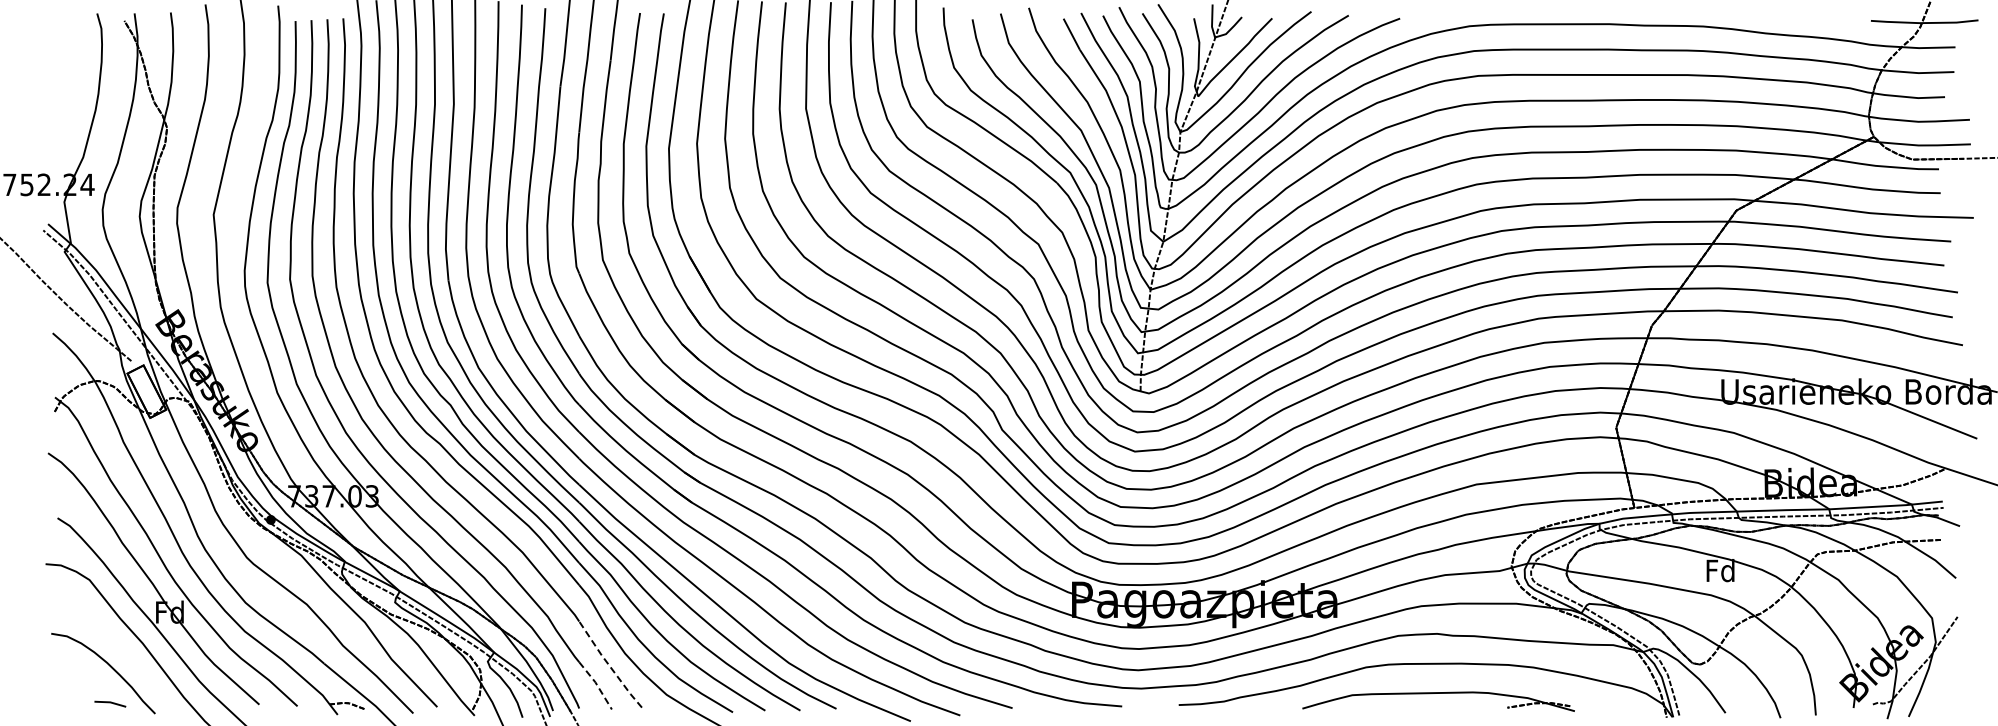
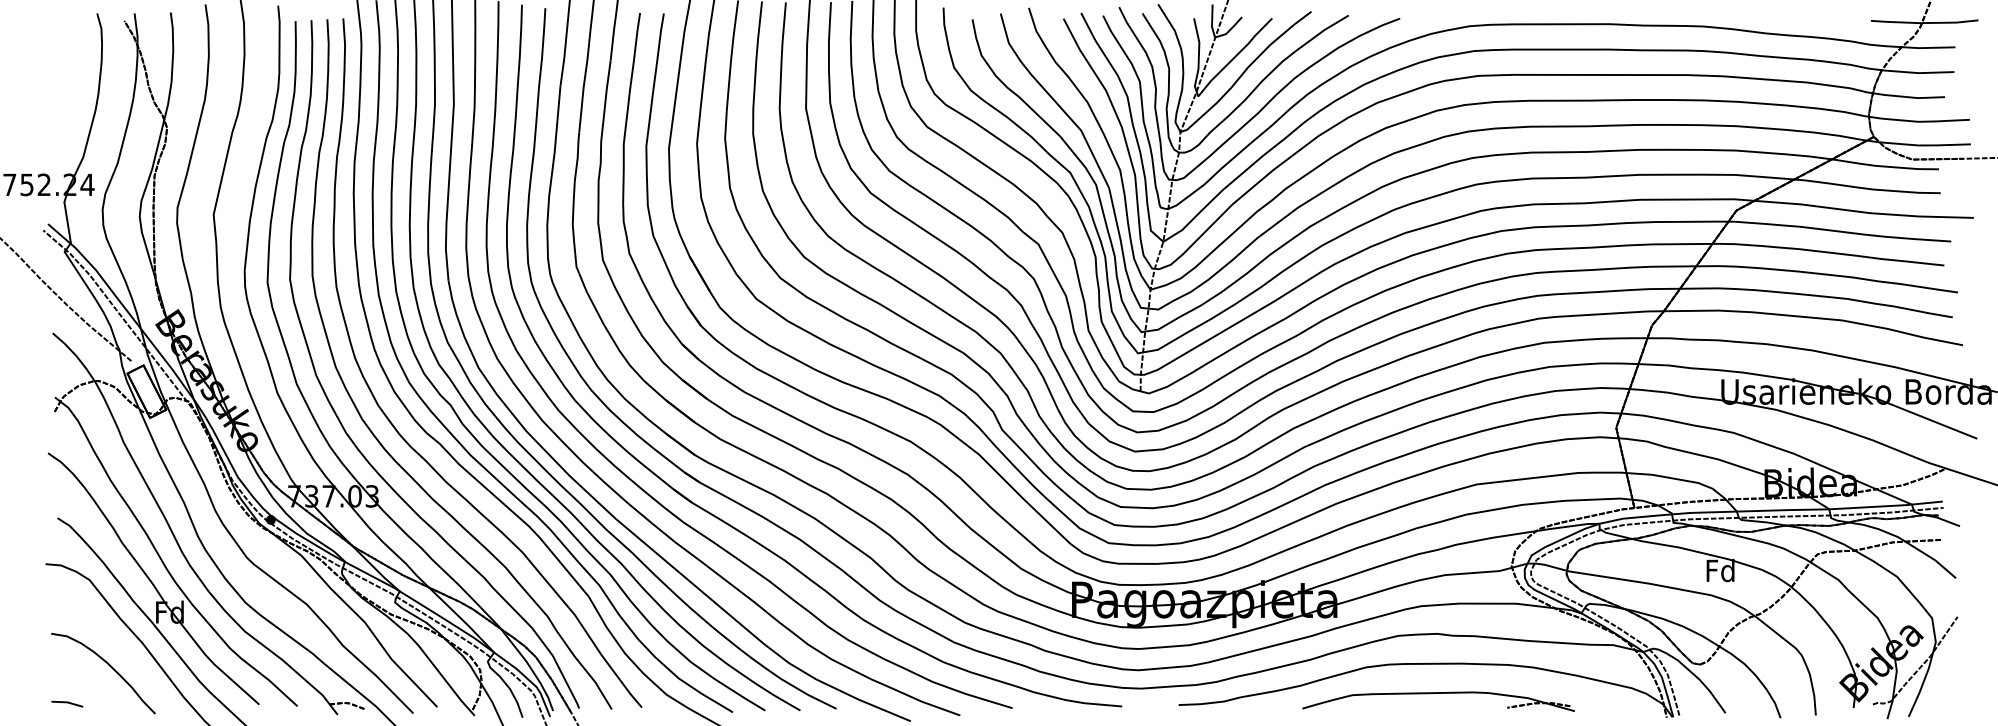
line at (609, 665): dashed -> solid
line at (596, 684): dashed -> solid
line at (110, 703) position: (110, 703) -> (67, 703)
